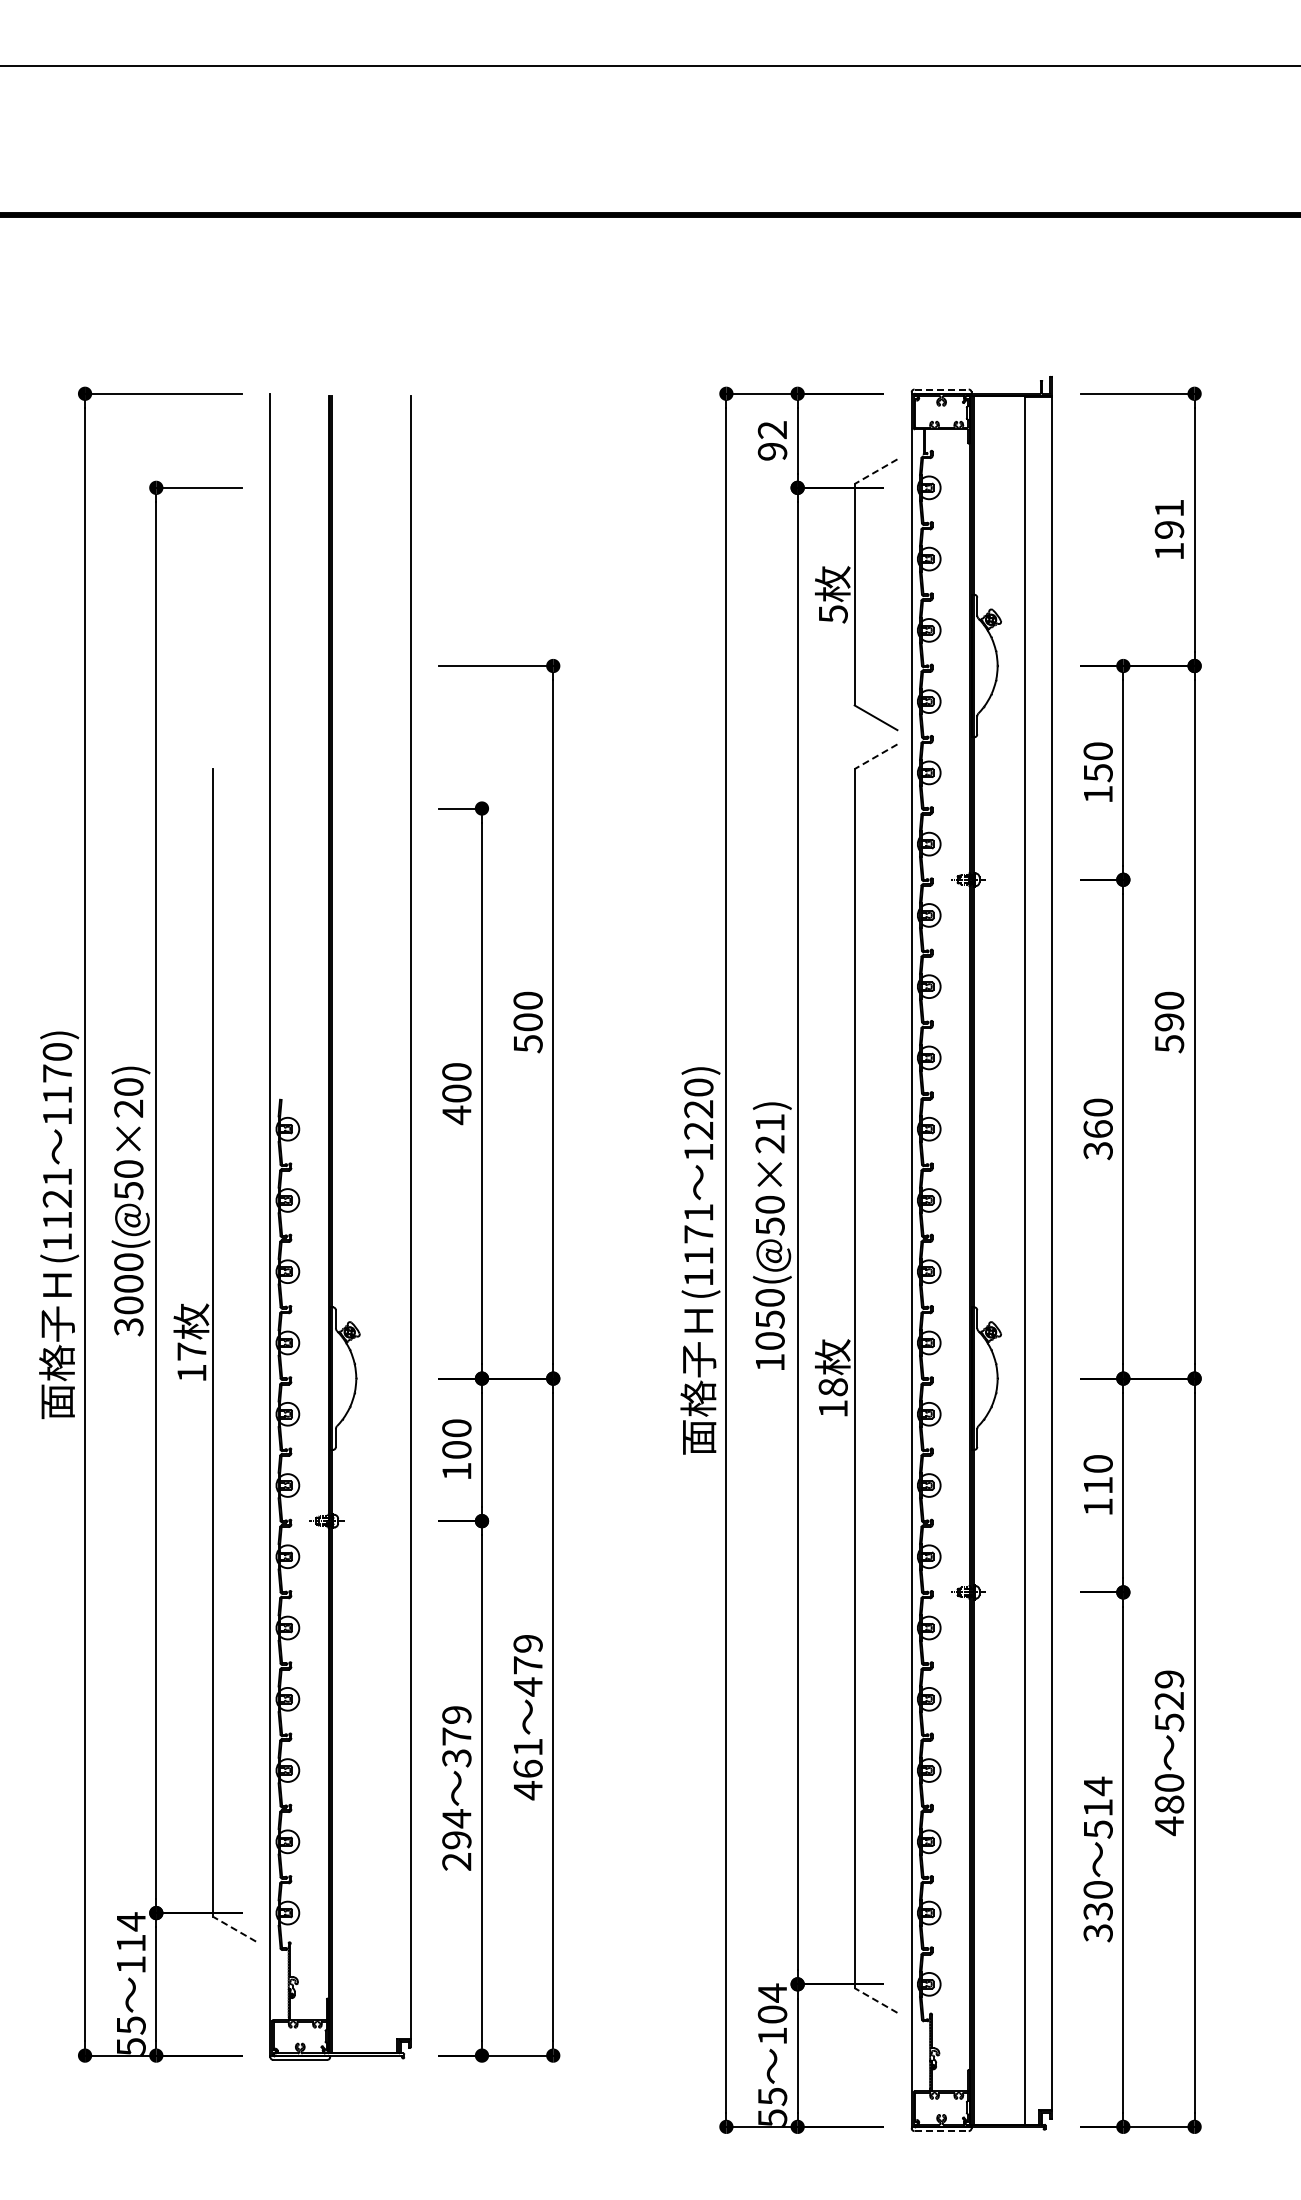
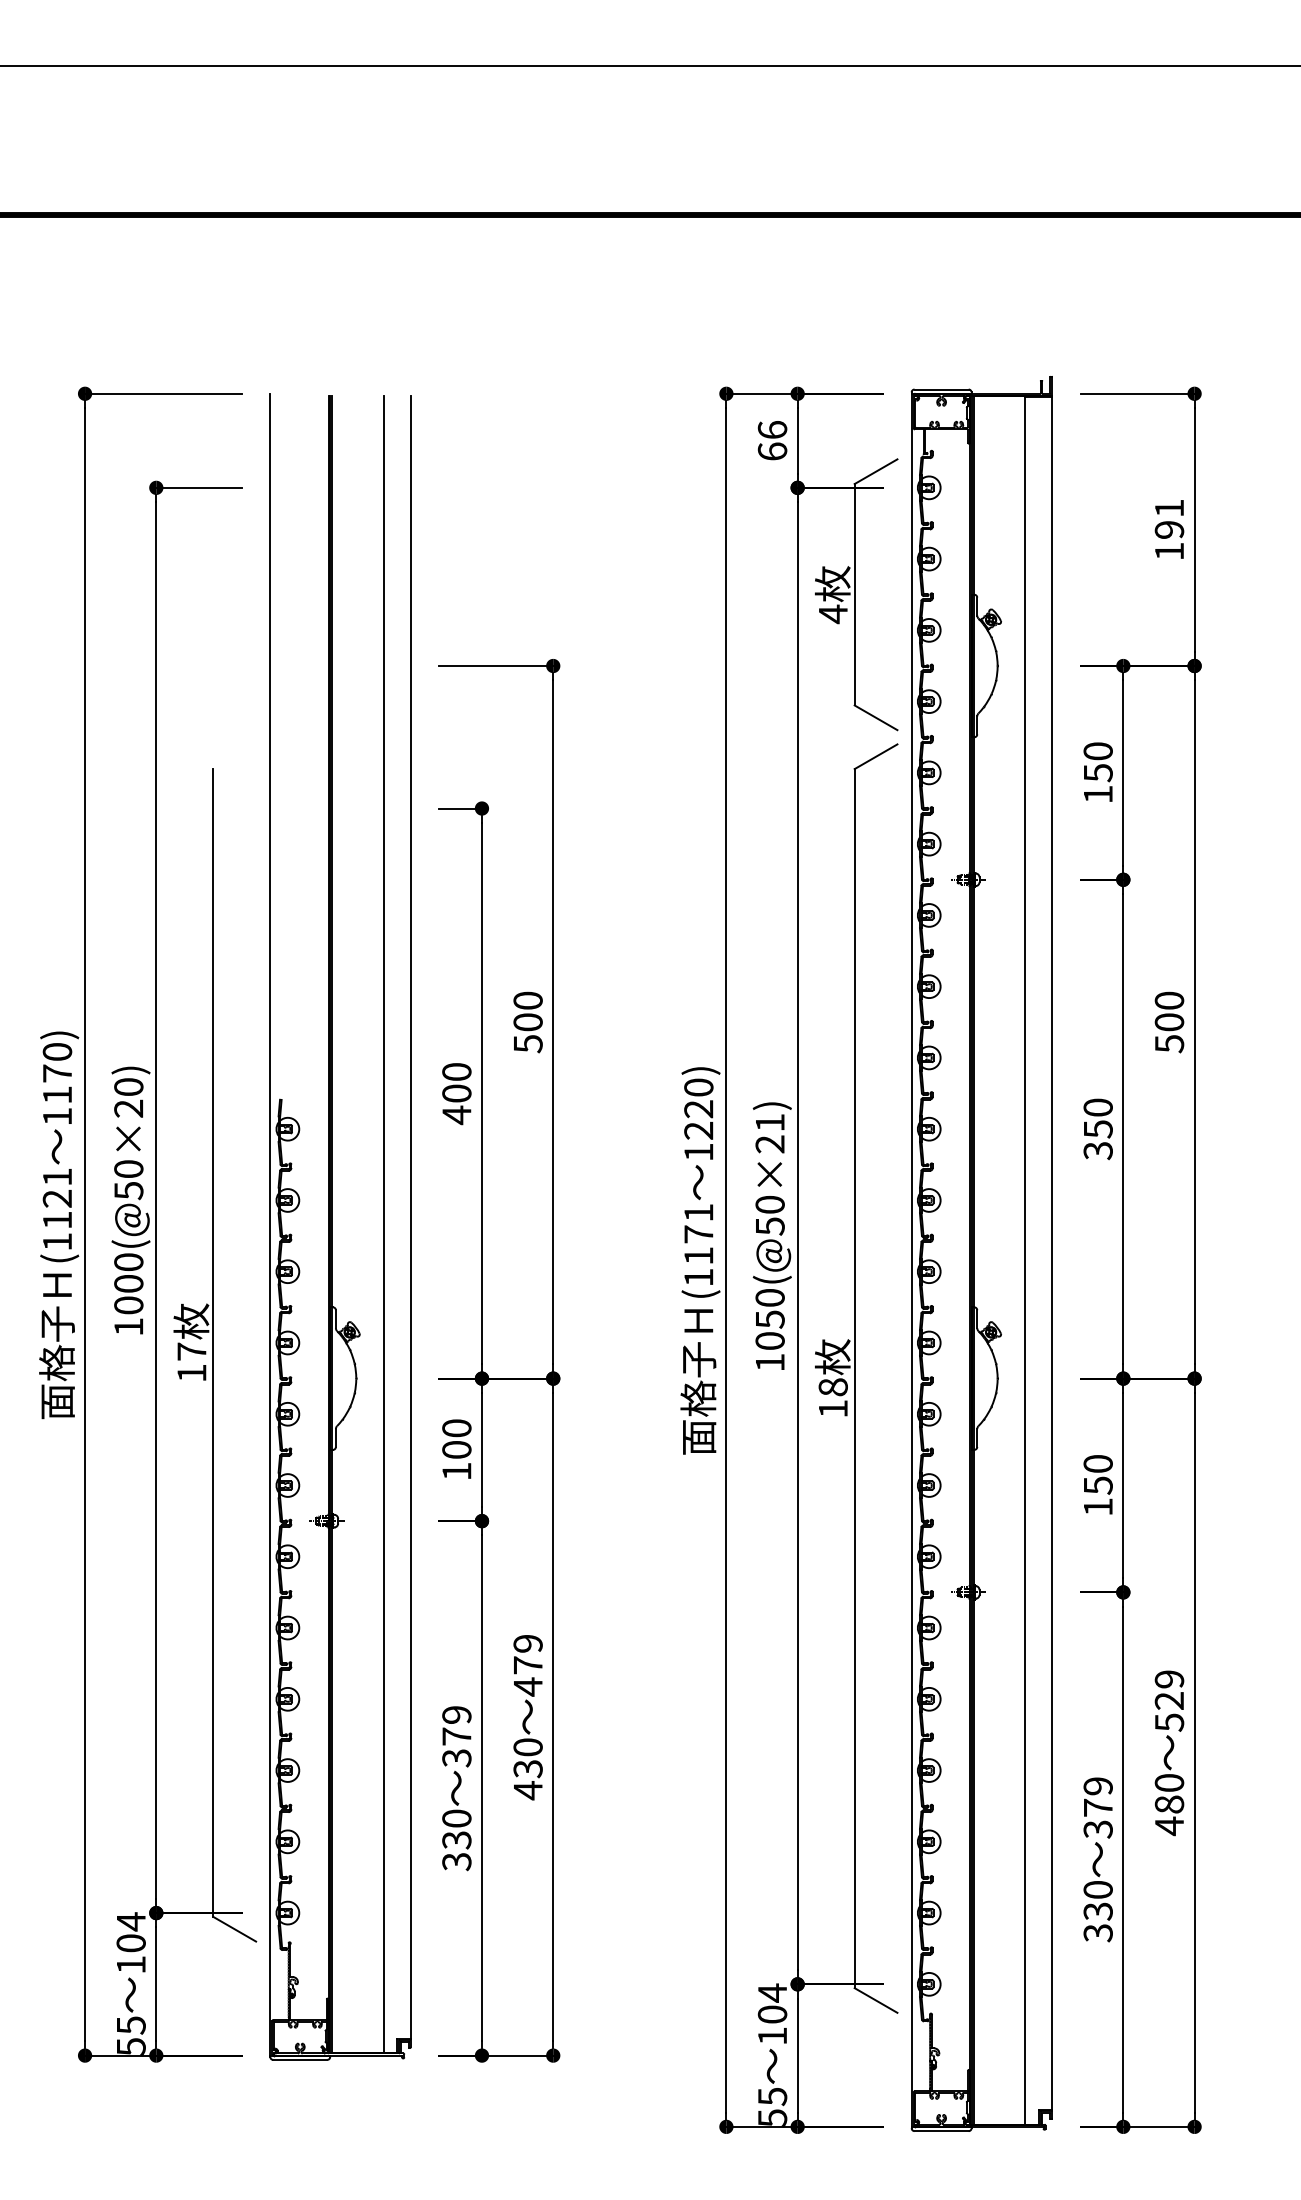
line at (942, 389): dashed -> solid
text at (772, 440): 92 -> 66
line at (876, 471): dashed -> solid
text at (833, 614): 5 -> 4
line at (876, 756): dashed -> solid
text at (1169, 1022): 590 -> 500
text at (1097, 1129): 360 -> 350
line at (383, 1224): none -> present
text at (128, 1327): 3000(@50×20) -> 1000(@50×20)
text at (1098, 1485): 110 -> 150
text at (527, 1758): 461 -> 430
text at (1097, 1807): 514 -> 379
text at (456, 1840): 294 -> 330
line at (234, 1929): dashed -> solid
text at (130, 1943): 114 -> 104
line at (876, 2000): dashed -> solid
line at (942, 2131): dashed -> solid
